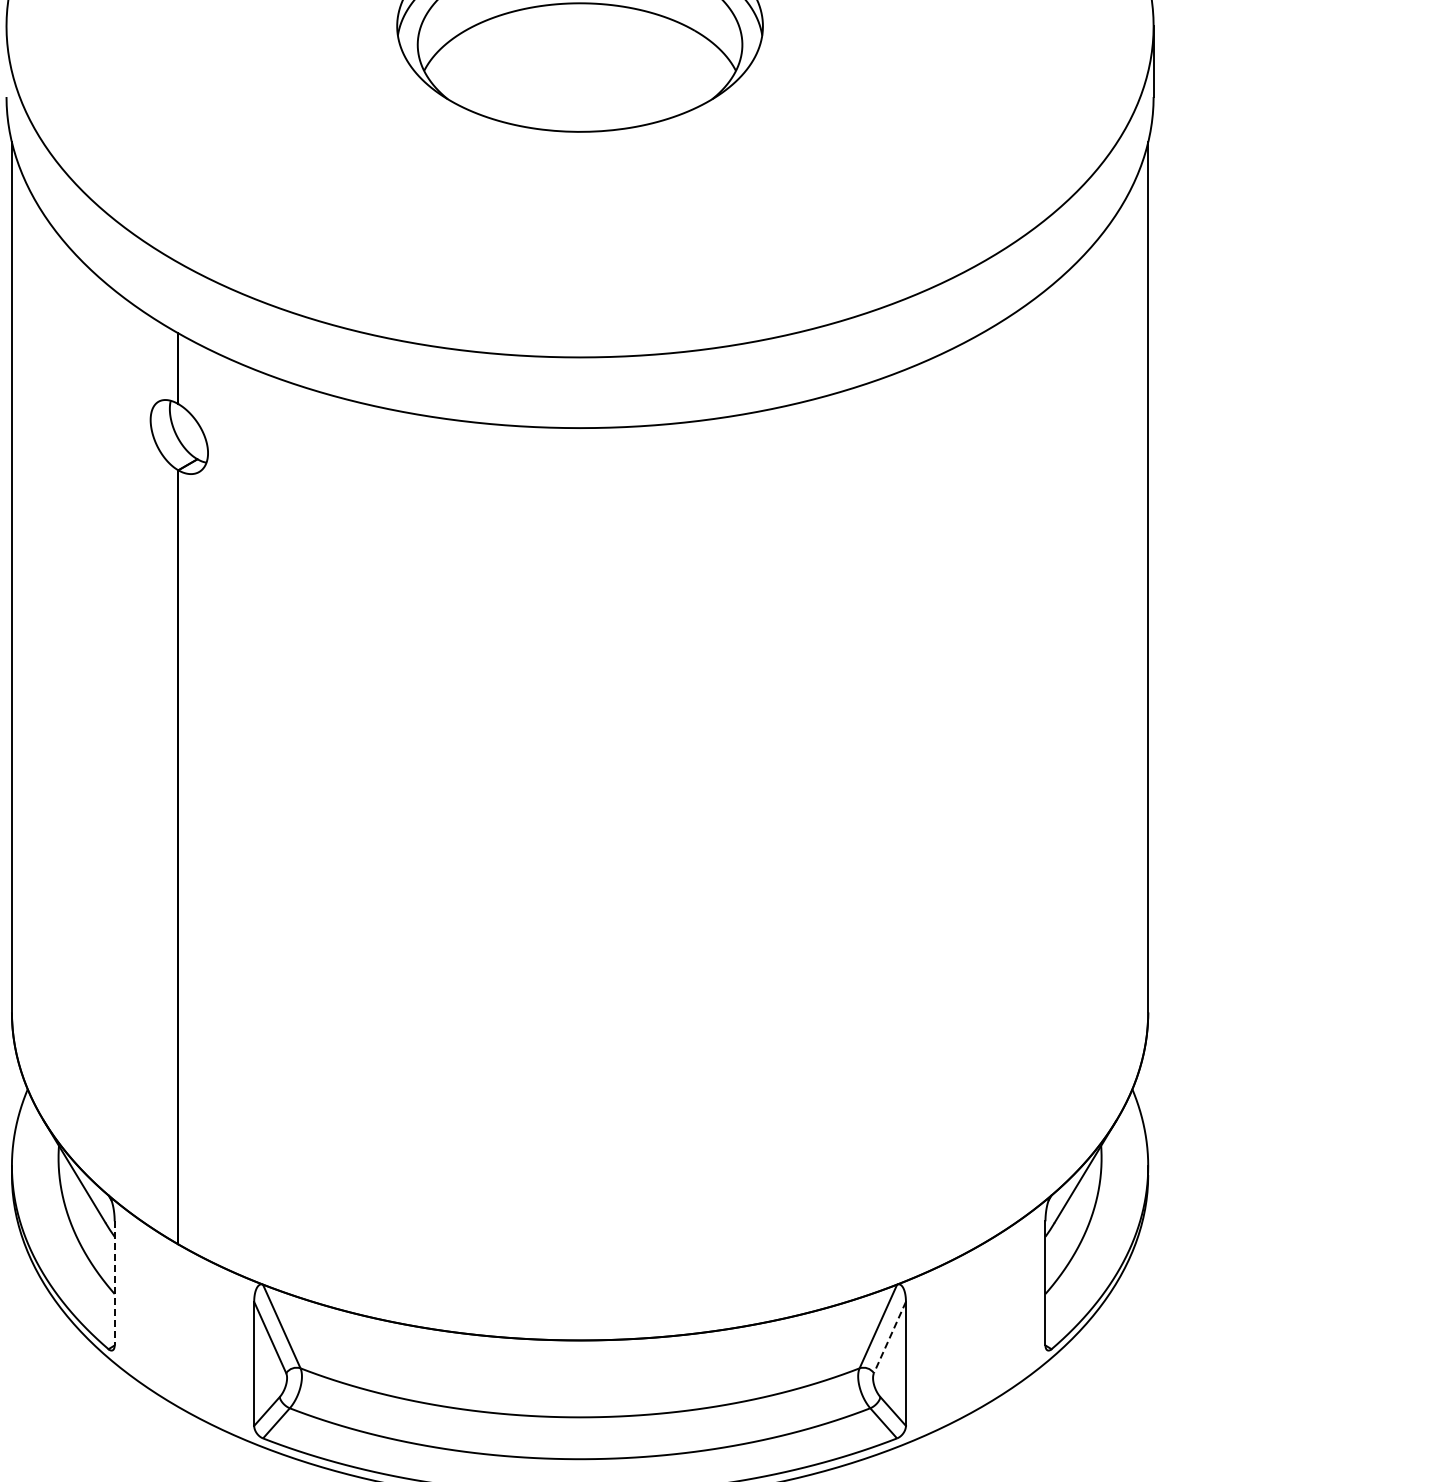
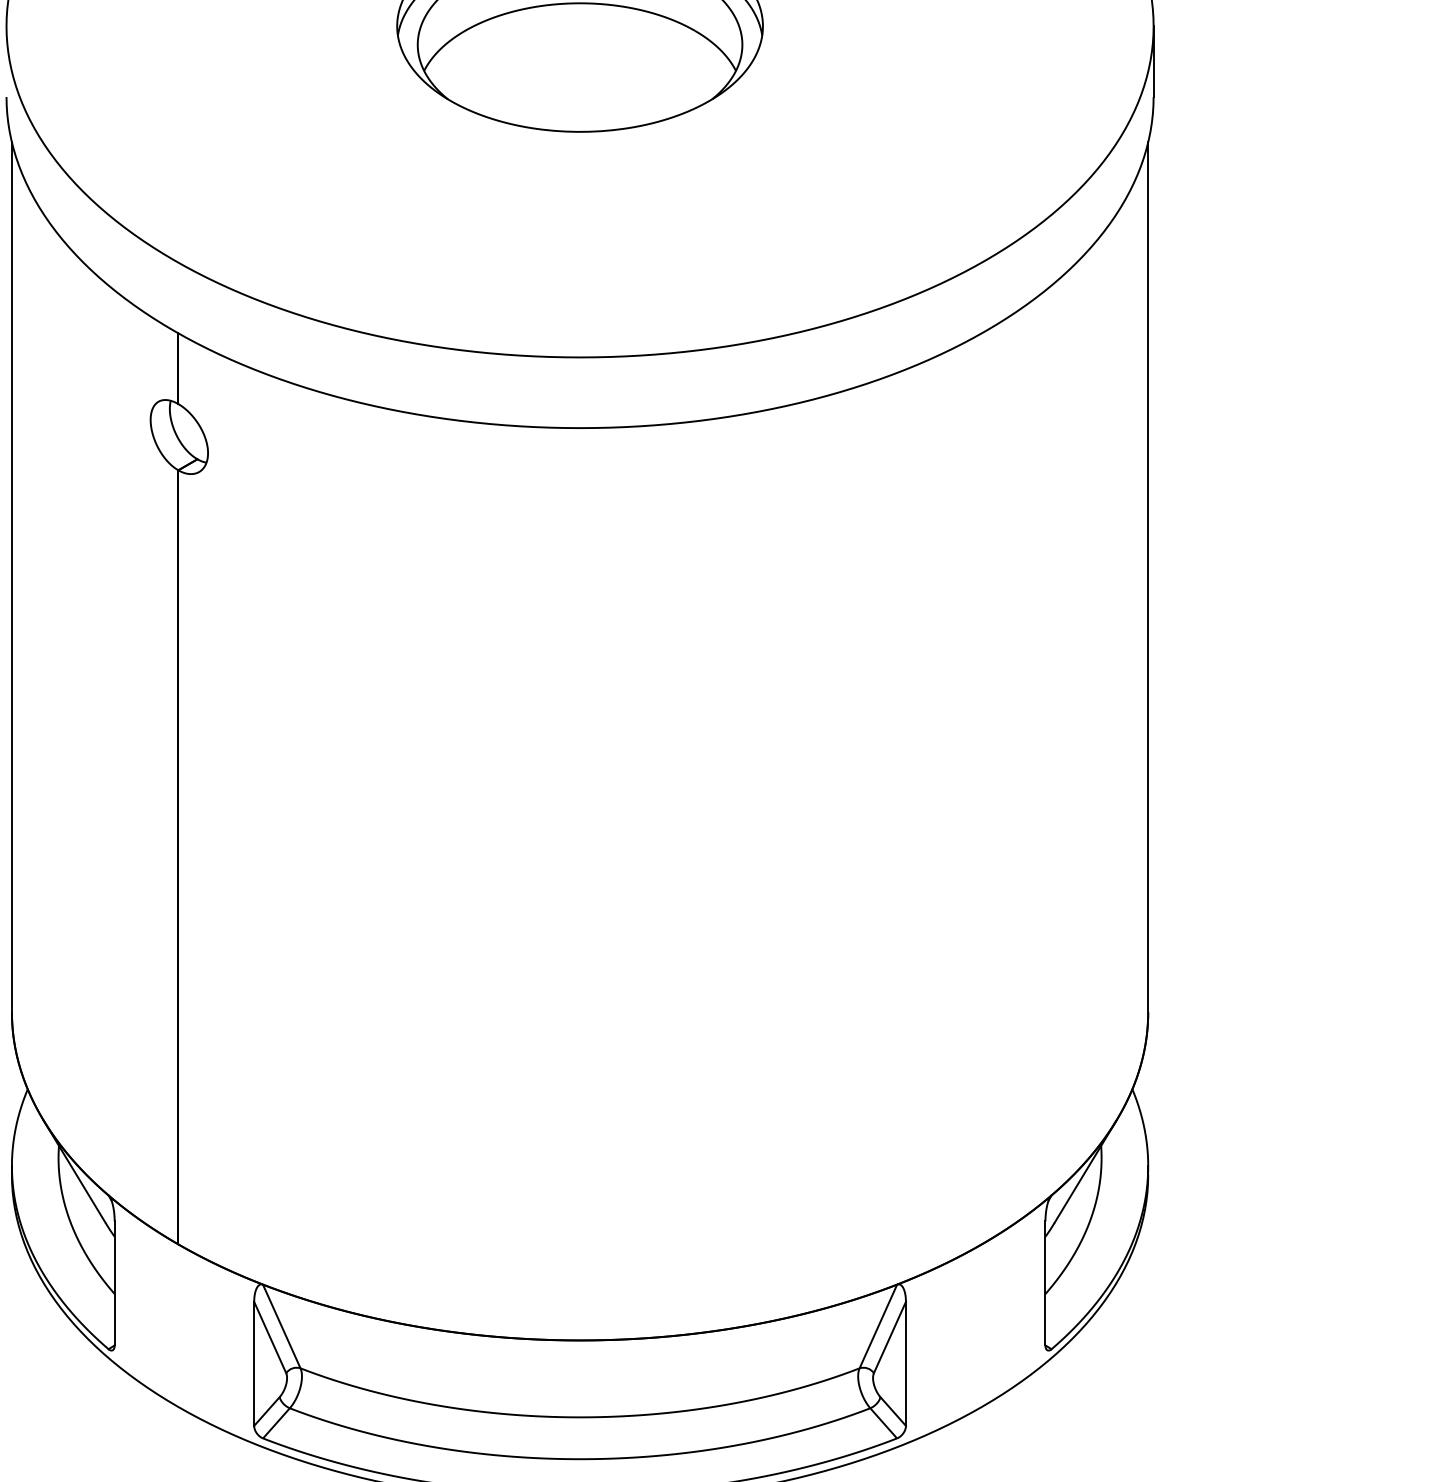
line at (114, 1283): dashed -> solid
line at (889, 1337): dashed -> solid
